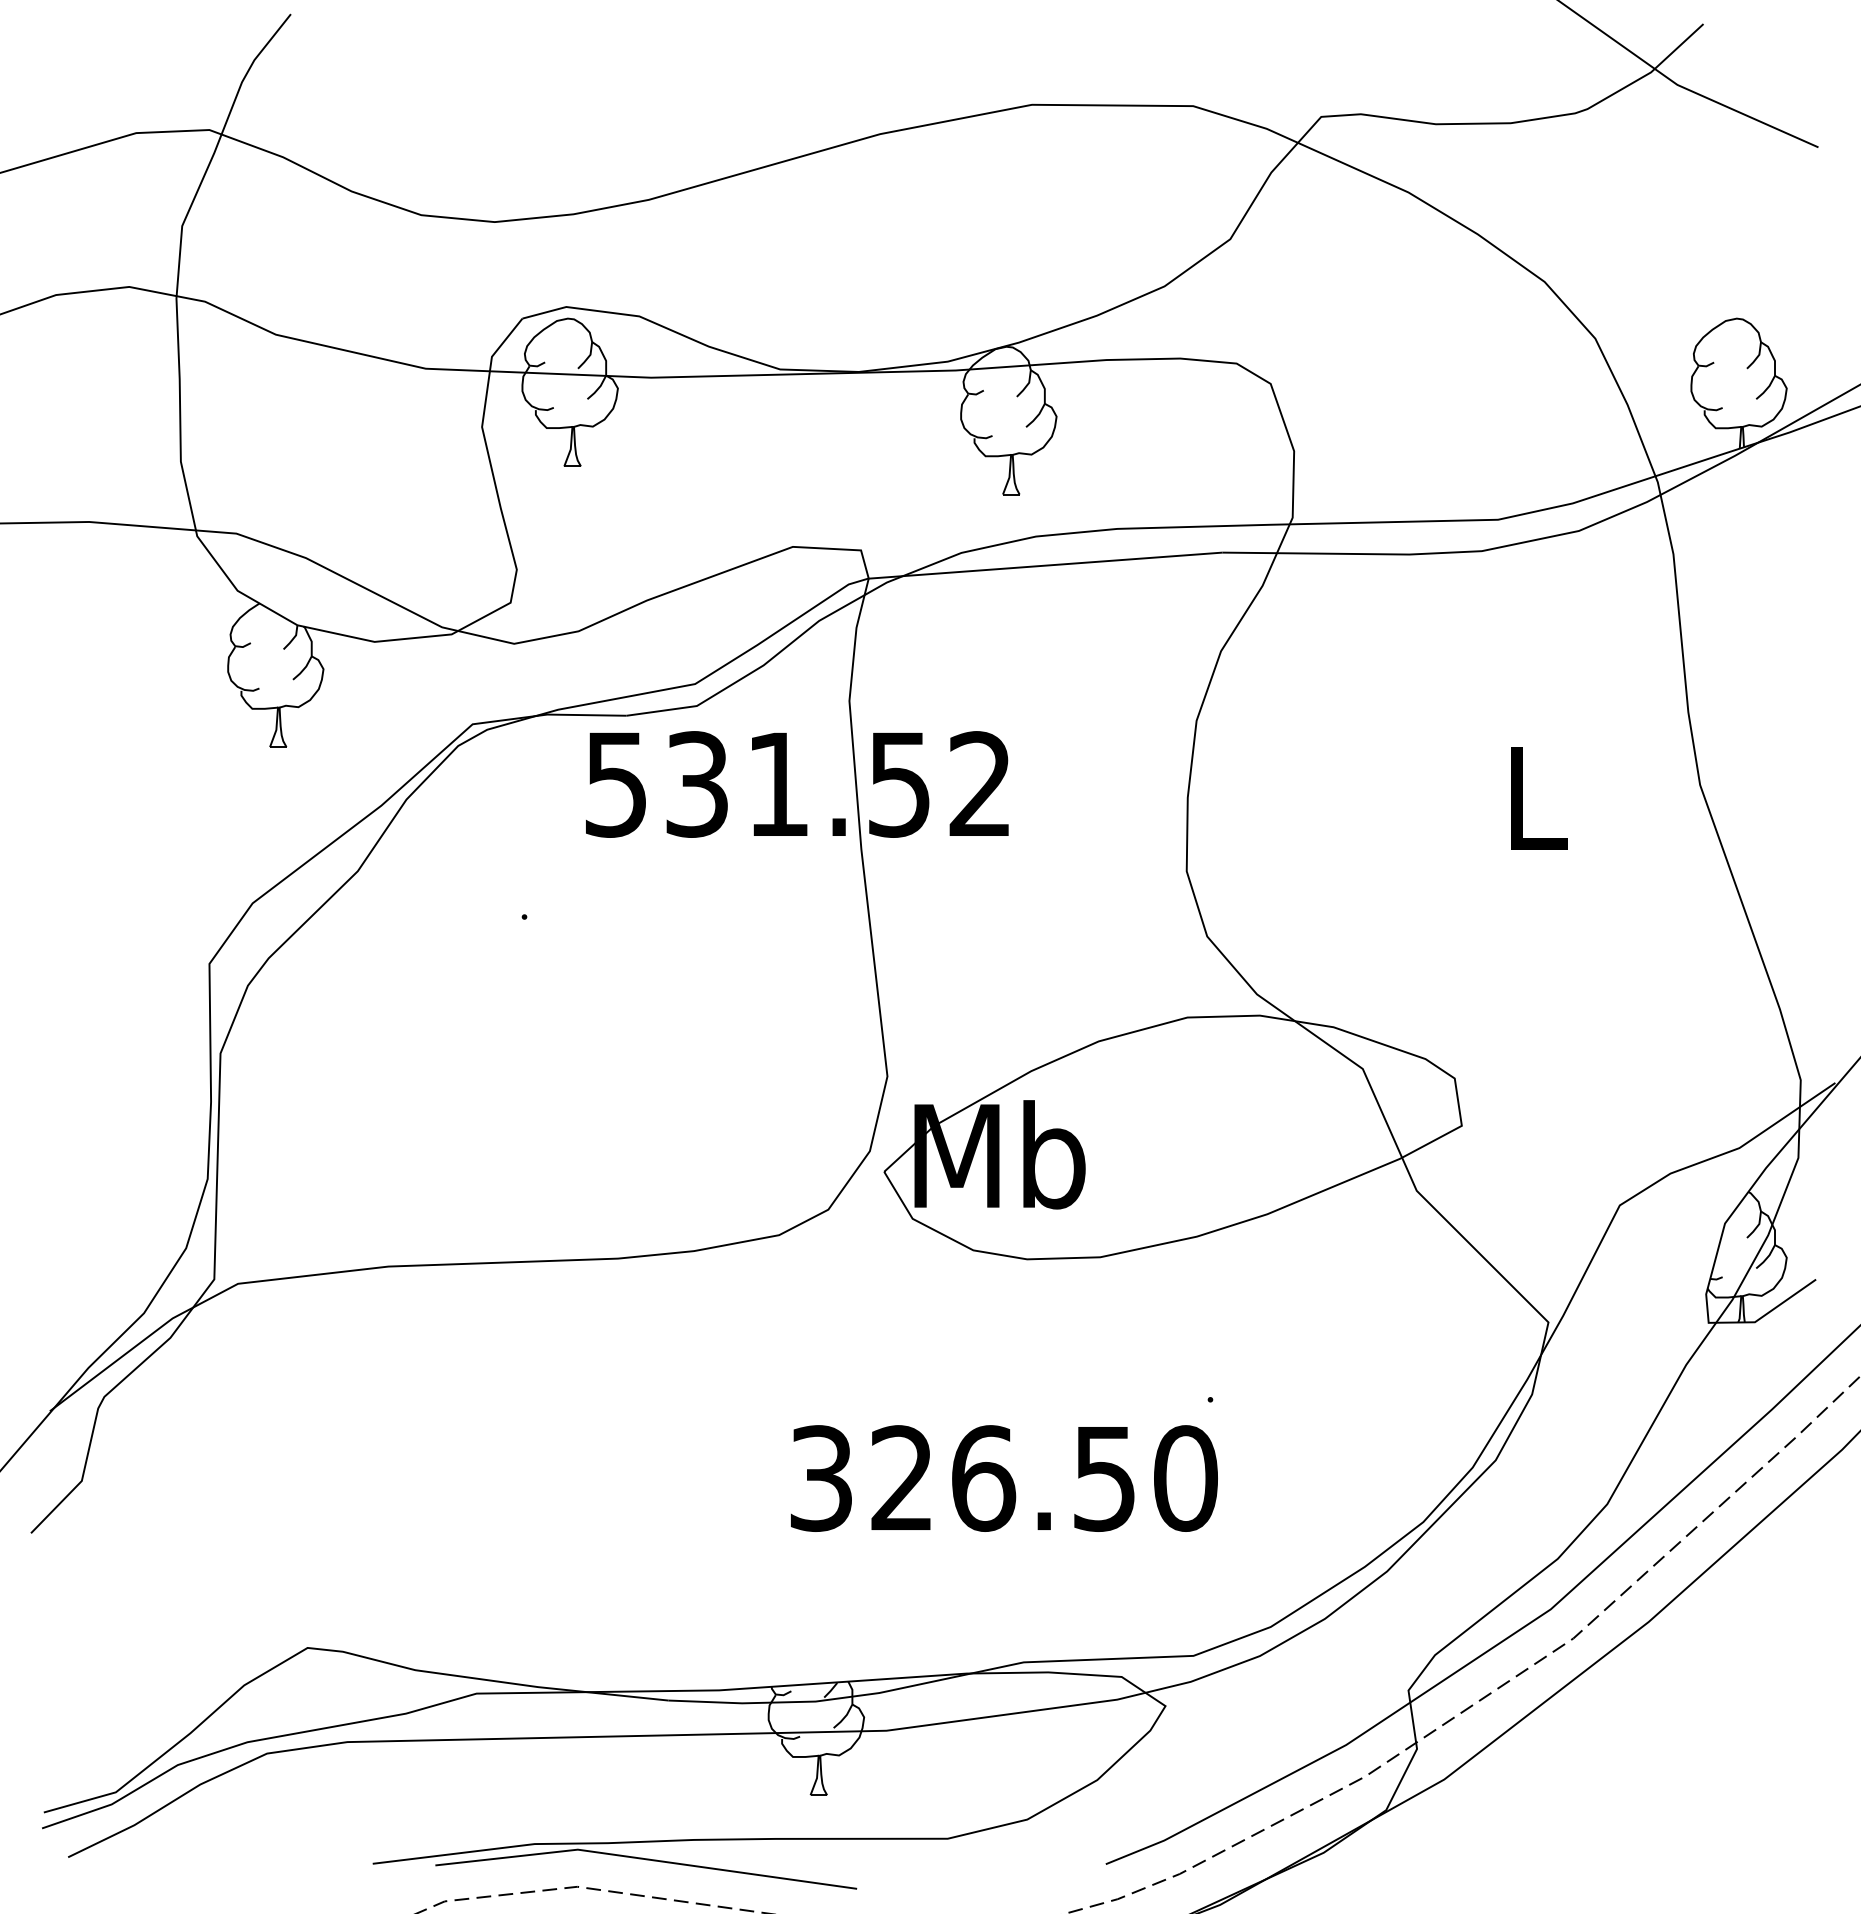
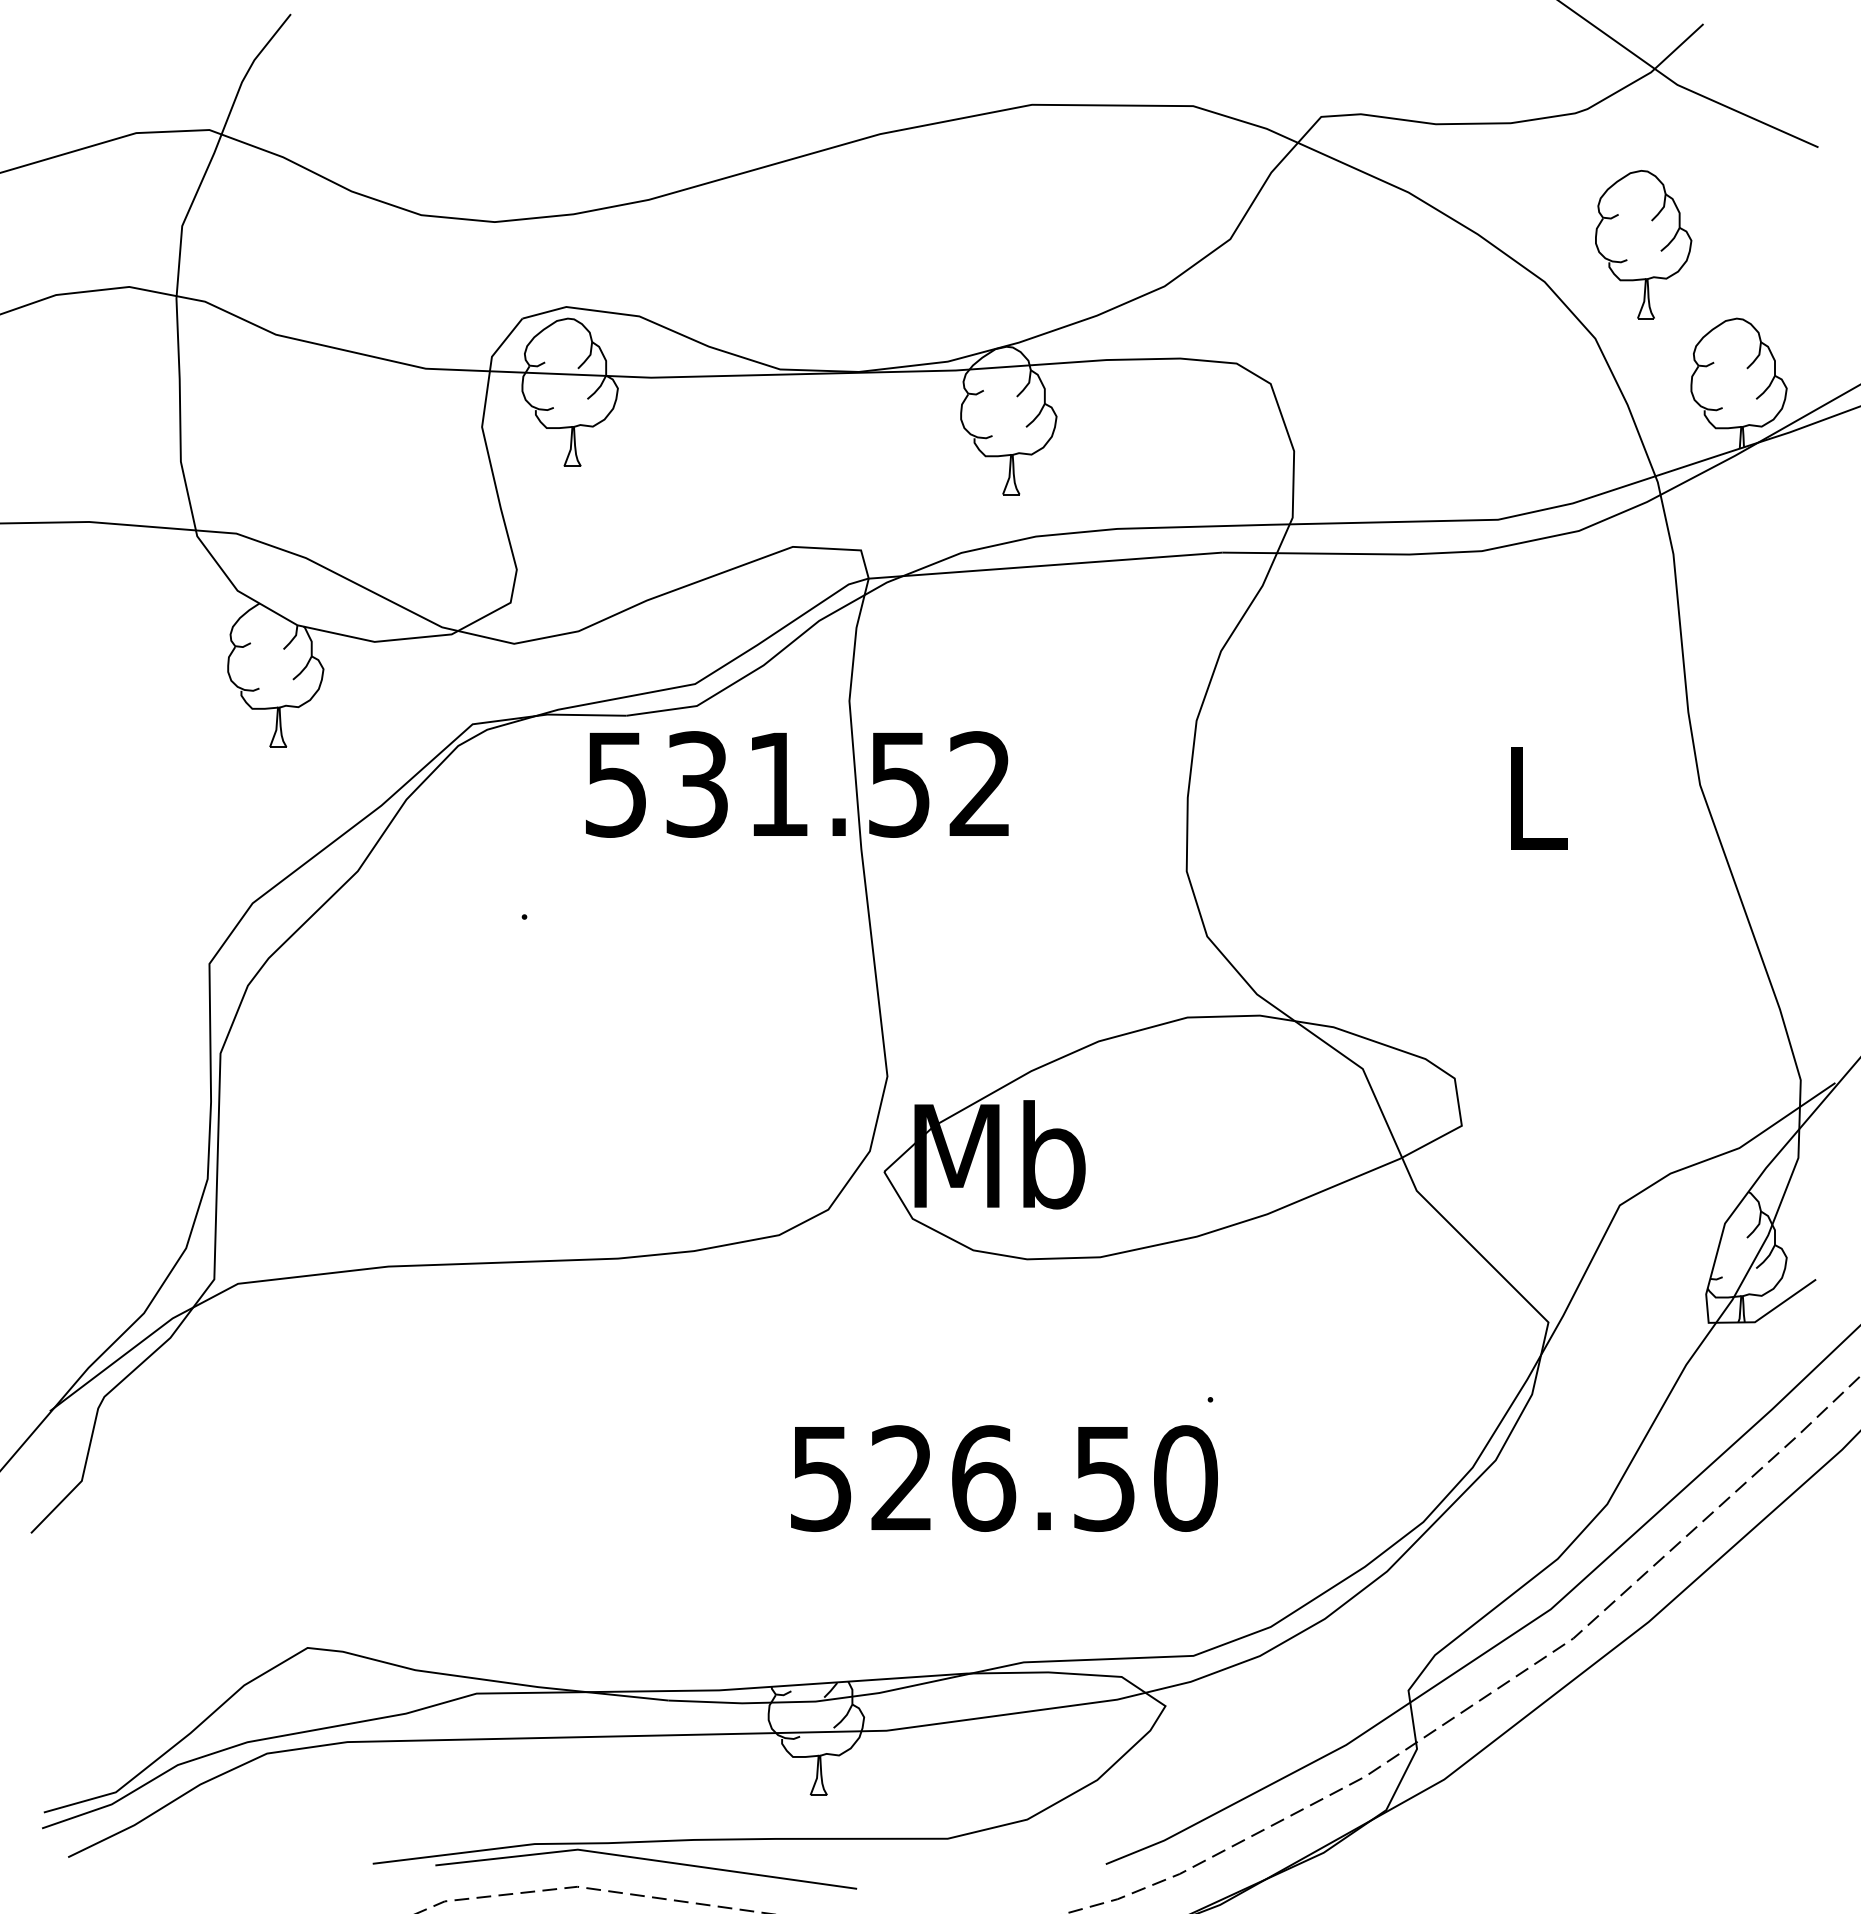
part at (1643, 244): none -> present
text at (820, 1478): 326.50 -> 526.50
